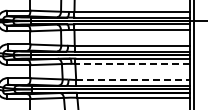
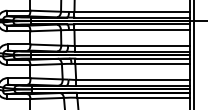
line at (132, 63): dashed -> solid
line at (133, 79): dashed -> solid
